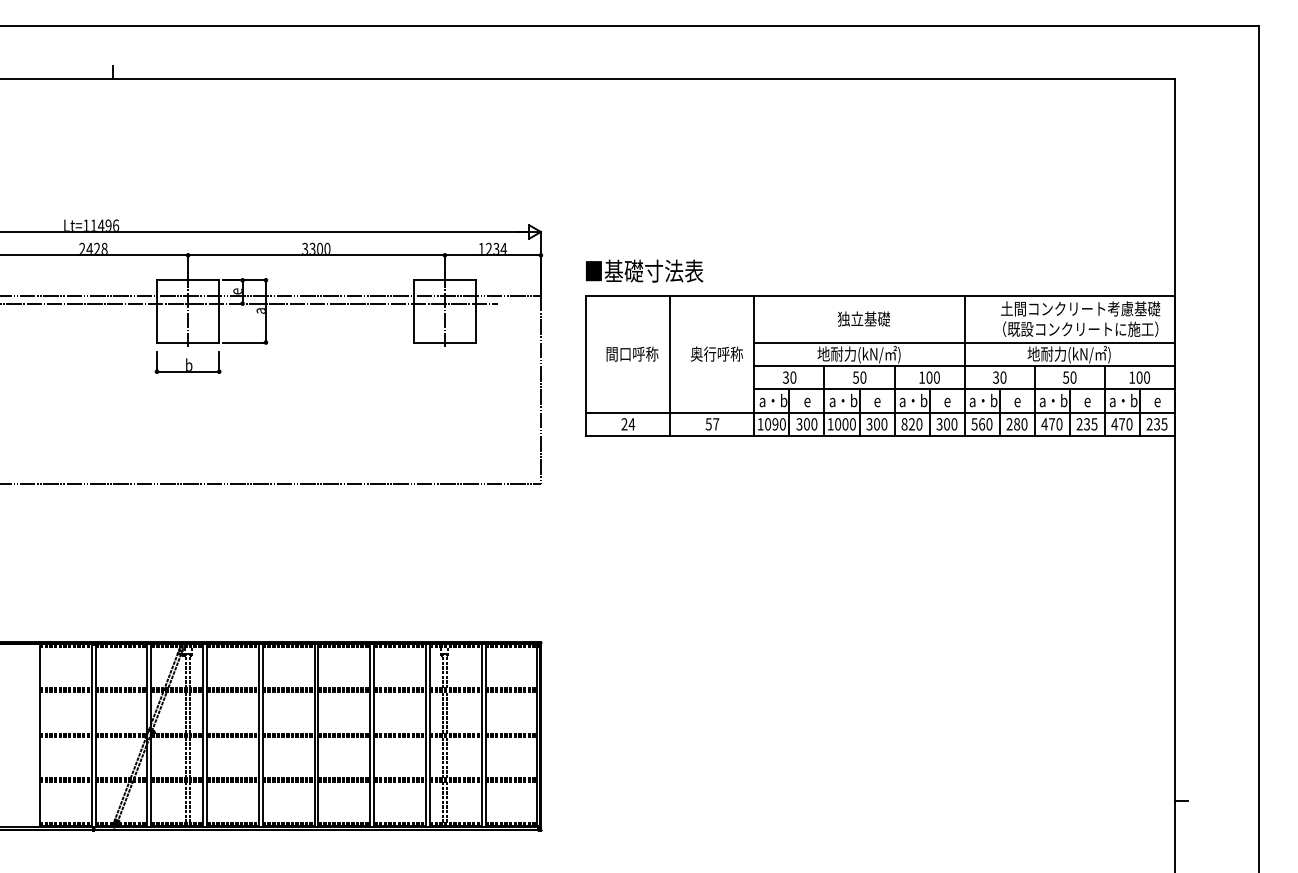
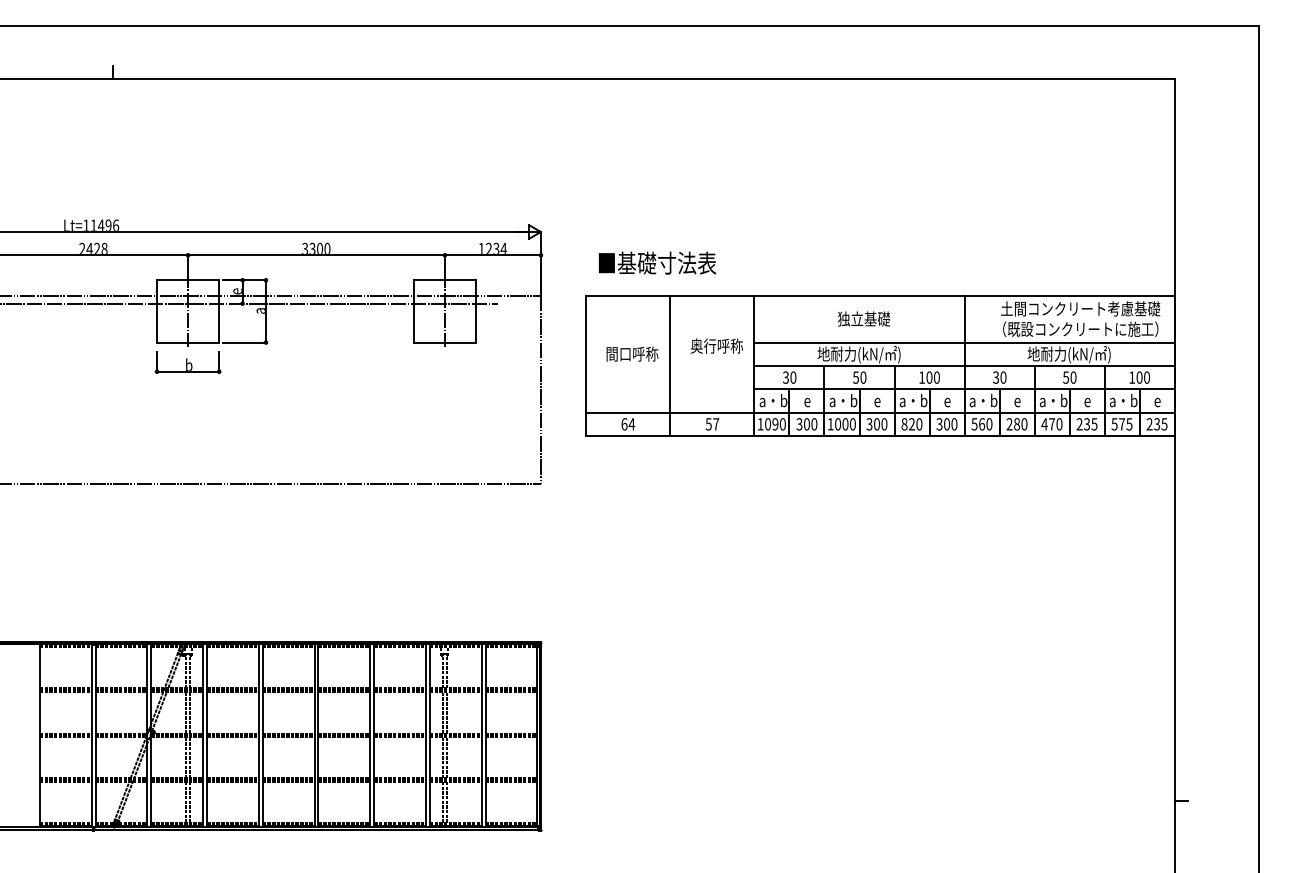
text at (644, 270) position: (644, 270) -> (657, 262)
text at (716, 353) position: (716, 353) -> (716, 345)
text at (624, 424): 24 -> 64
text at (1121, 424): 470 -> 575
